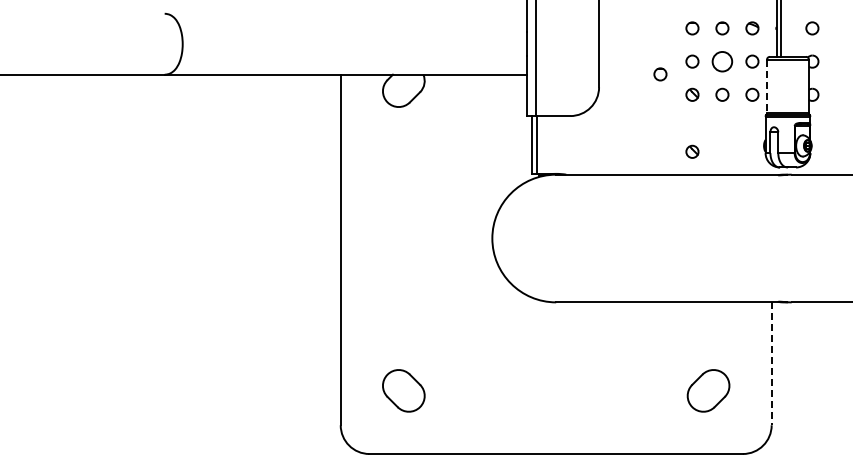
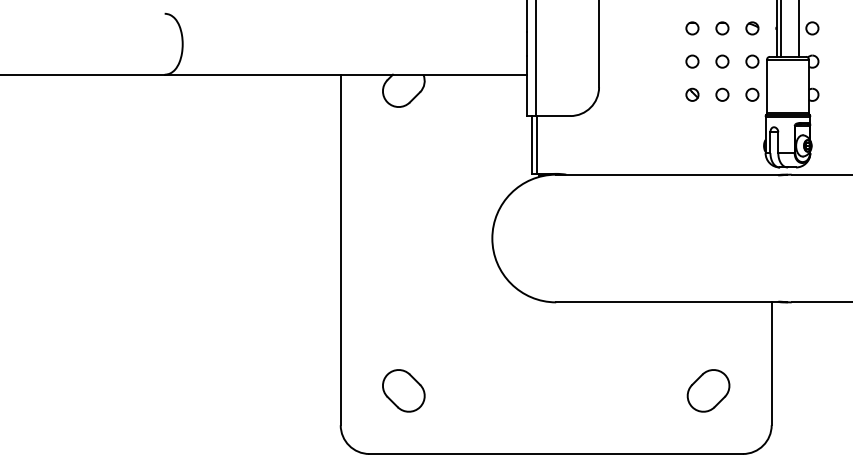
line at (799, 29): none -> present
circle at (722, 61) size: 23x22 px -> 15x15 px
circle at (660, 74): present -> none
line at (767, 86): dashed -> solid
part at (692, 151): present -> none
line at (771, 364): dashed -> solid
